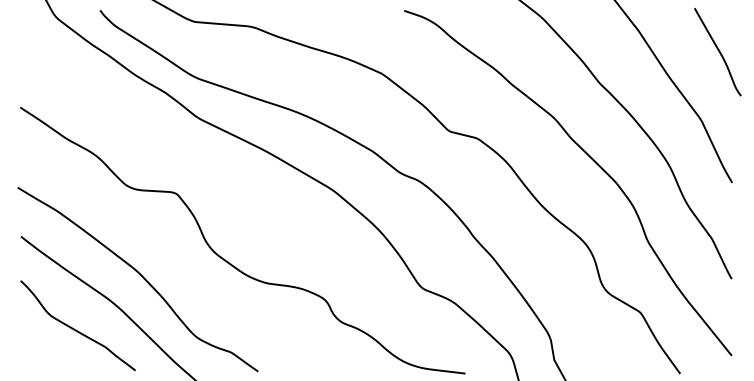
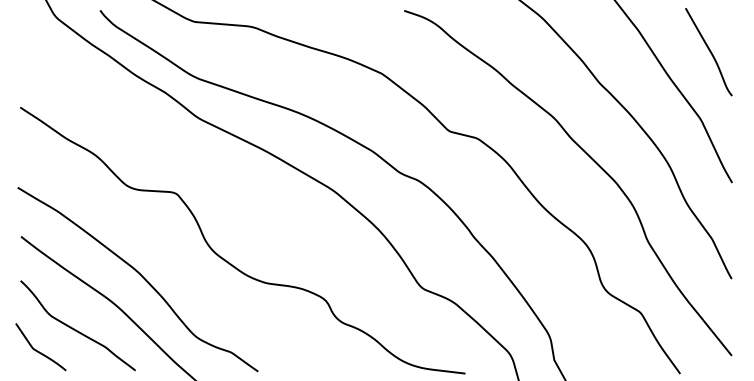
curve at (718, 51) position: (718, 51) -> (709, 51)
curve at (38, 350): none -> present
